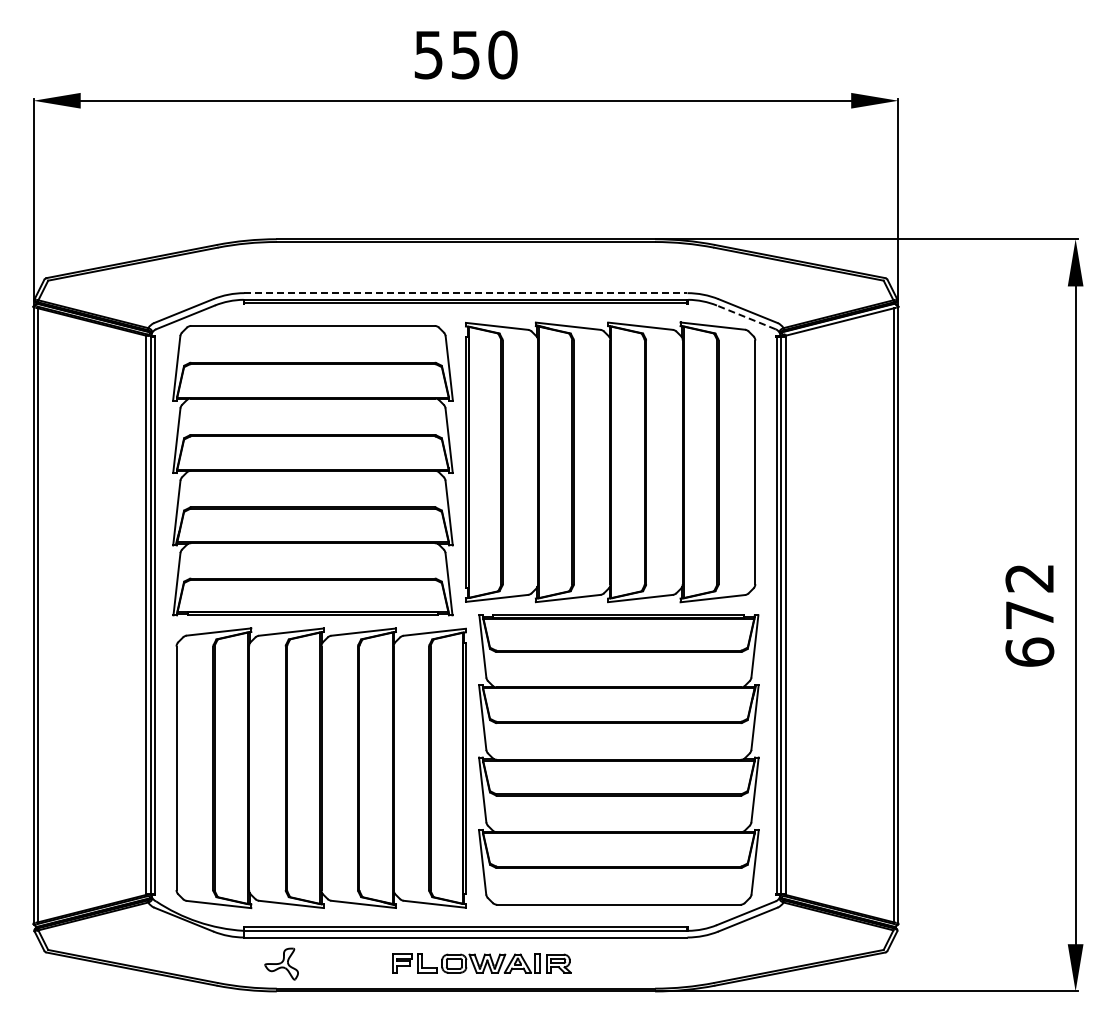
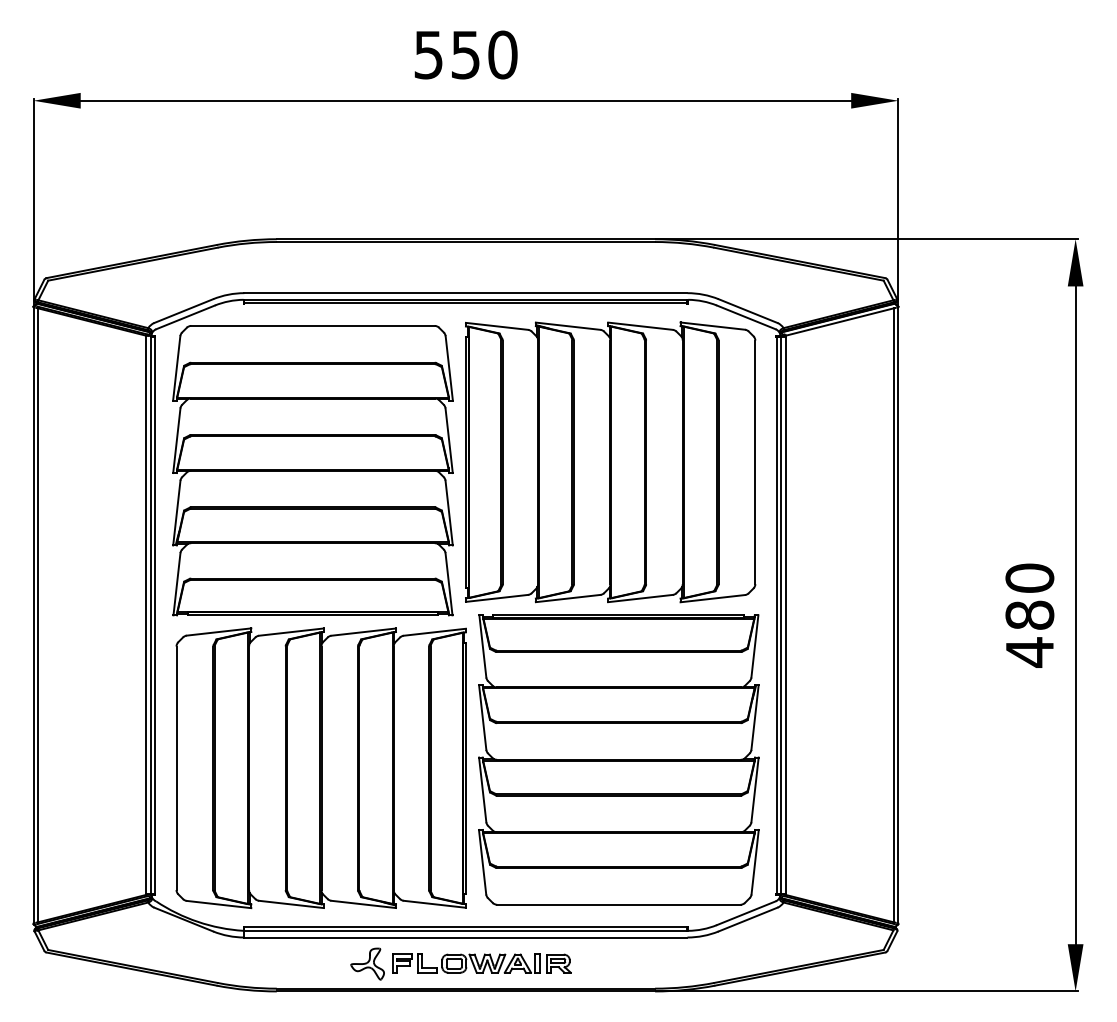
line at (465, 293): dashed -> solid
line at (746, 317): dashed -> solid
text at (1029, 615): 672 -> 480
part at (281, 963) position: (281, 963) -> (367, 963)
